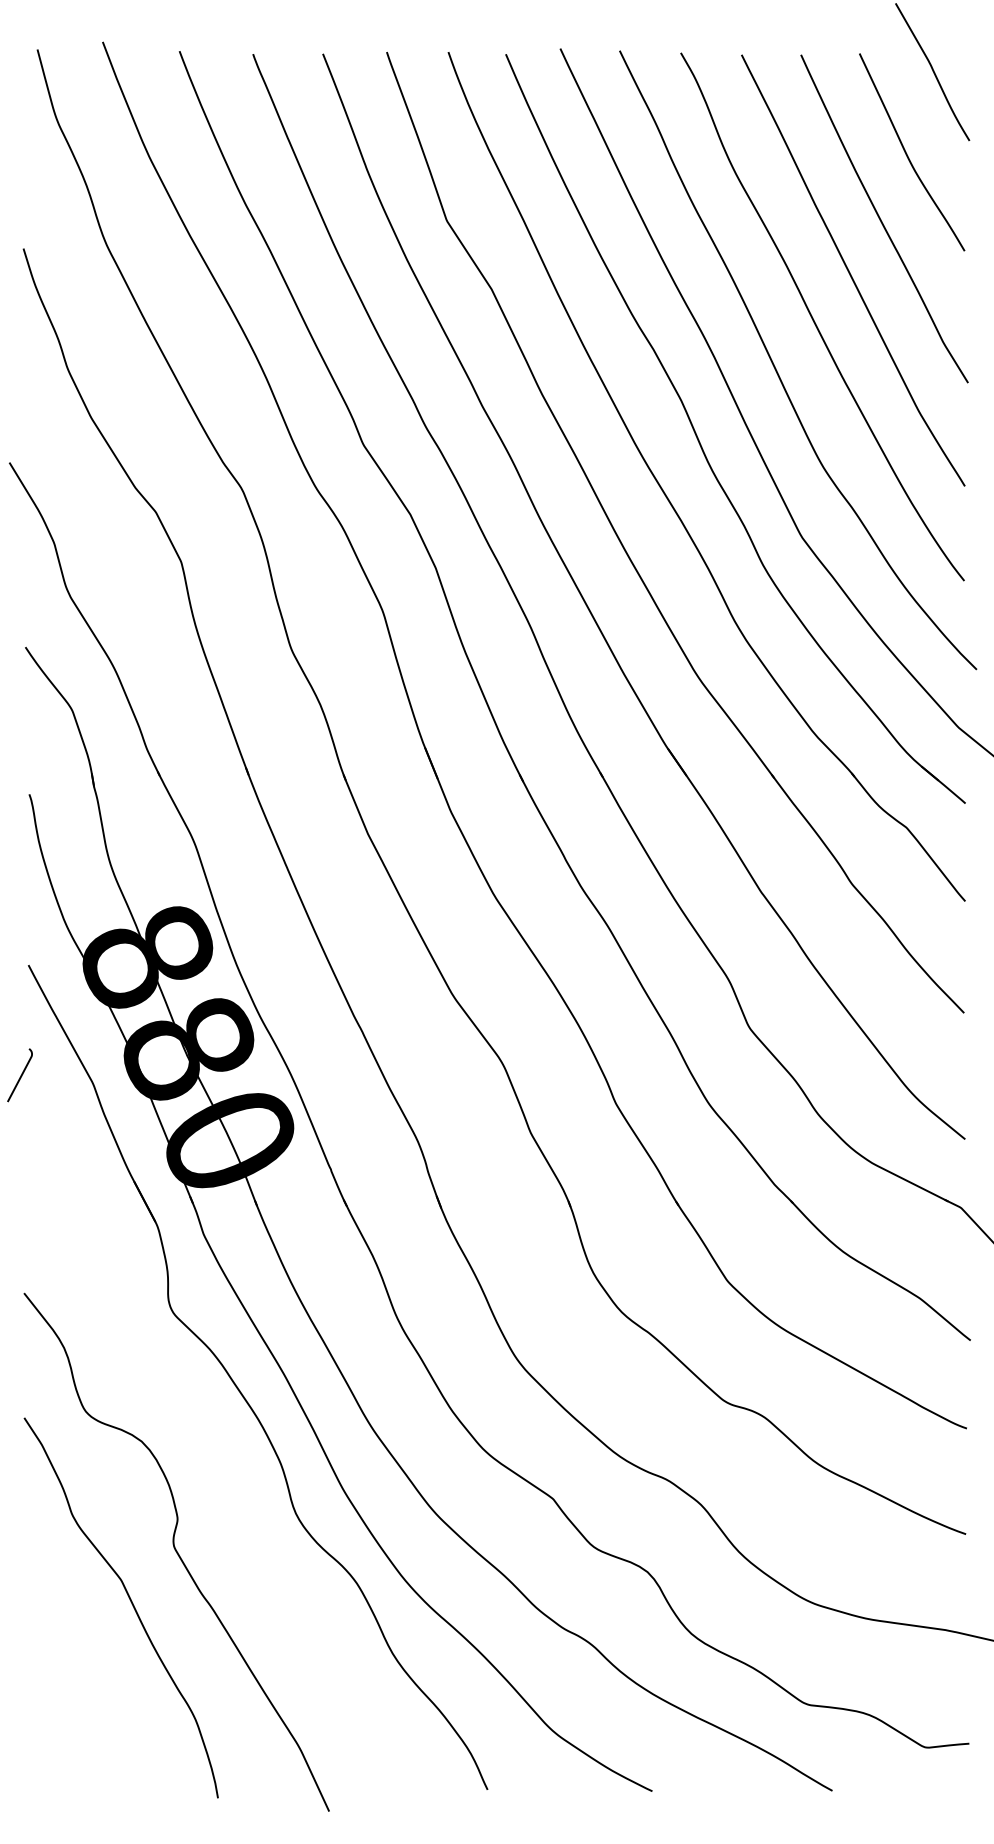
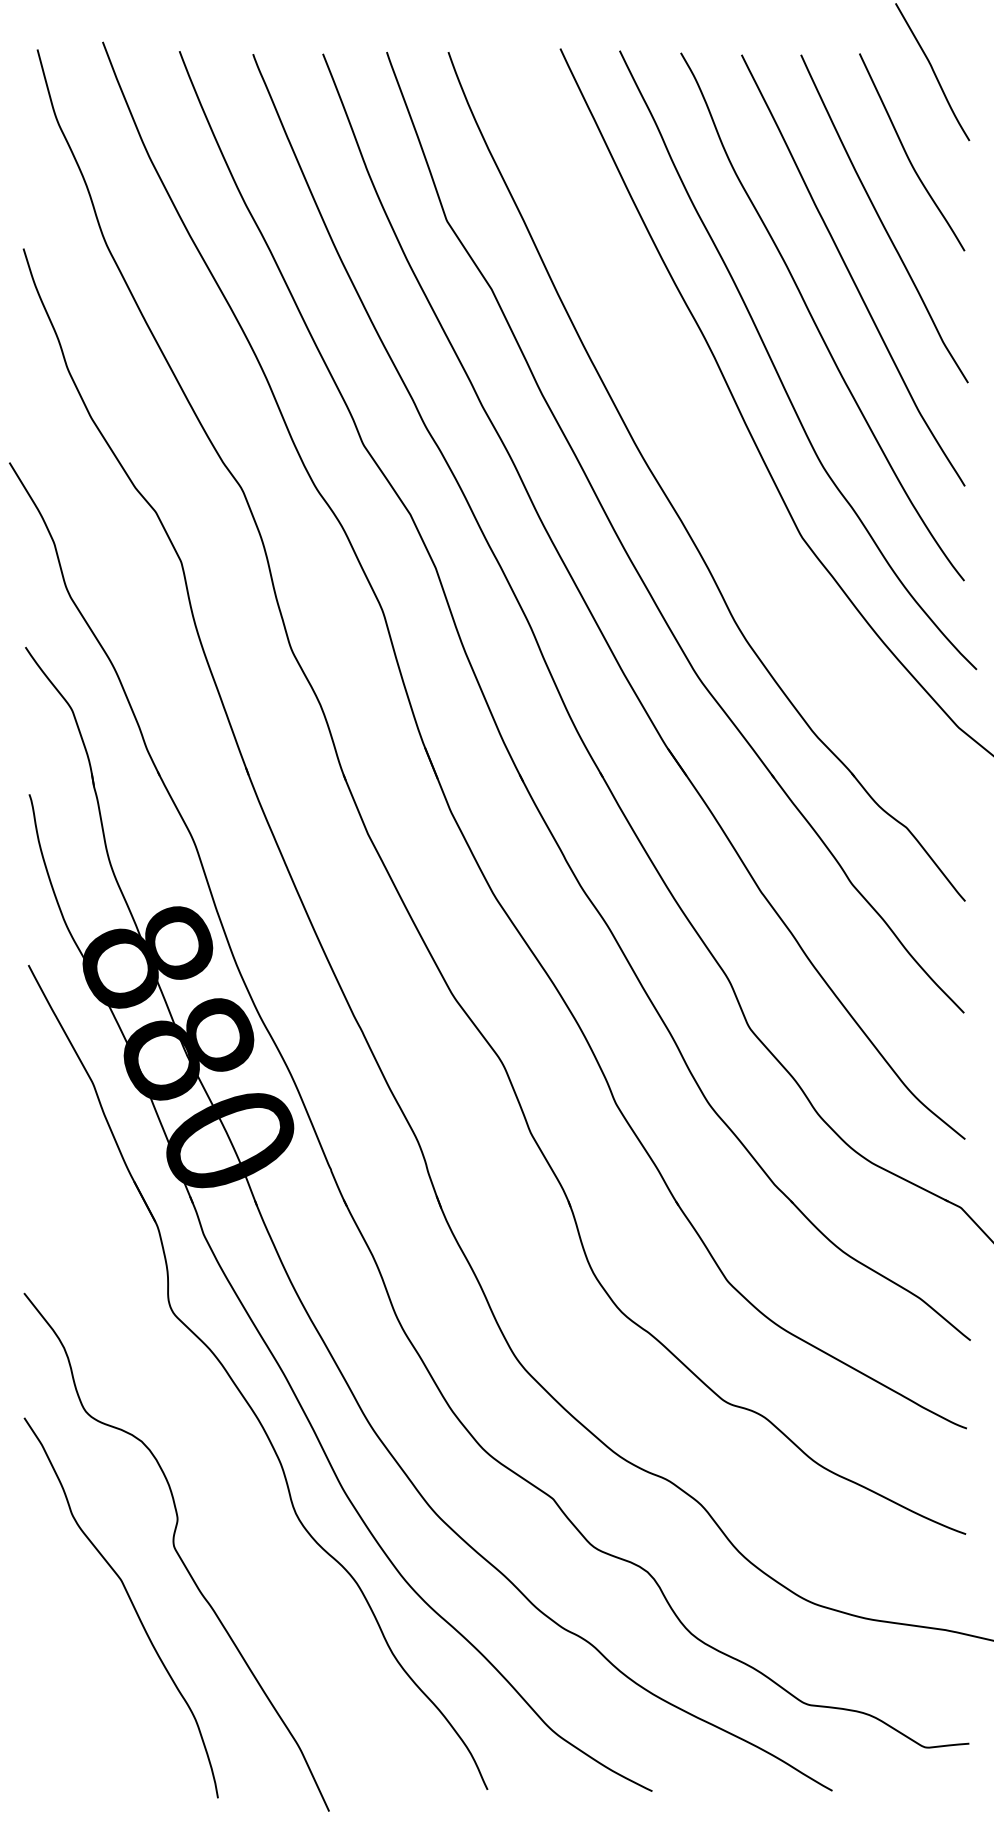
part at (701, 444): present -> none
curve at (20, 1075): present -> none
